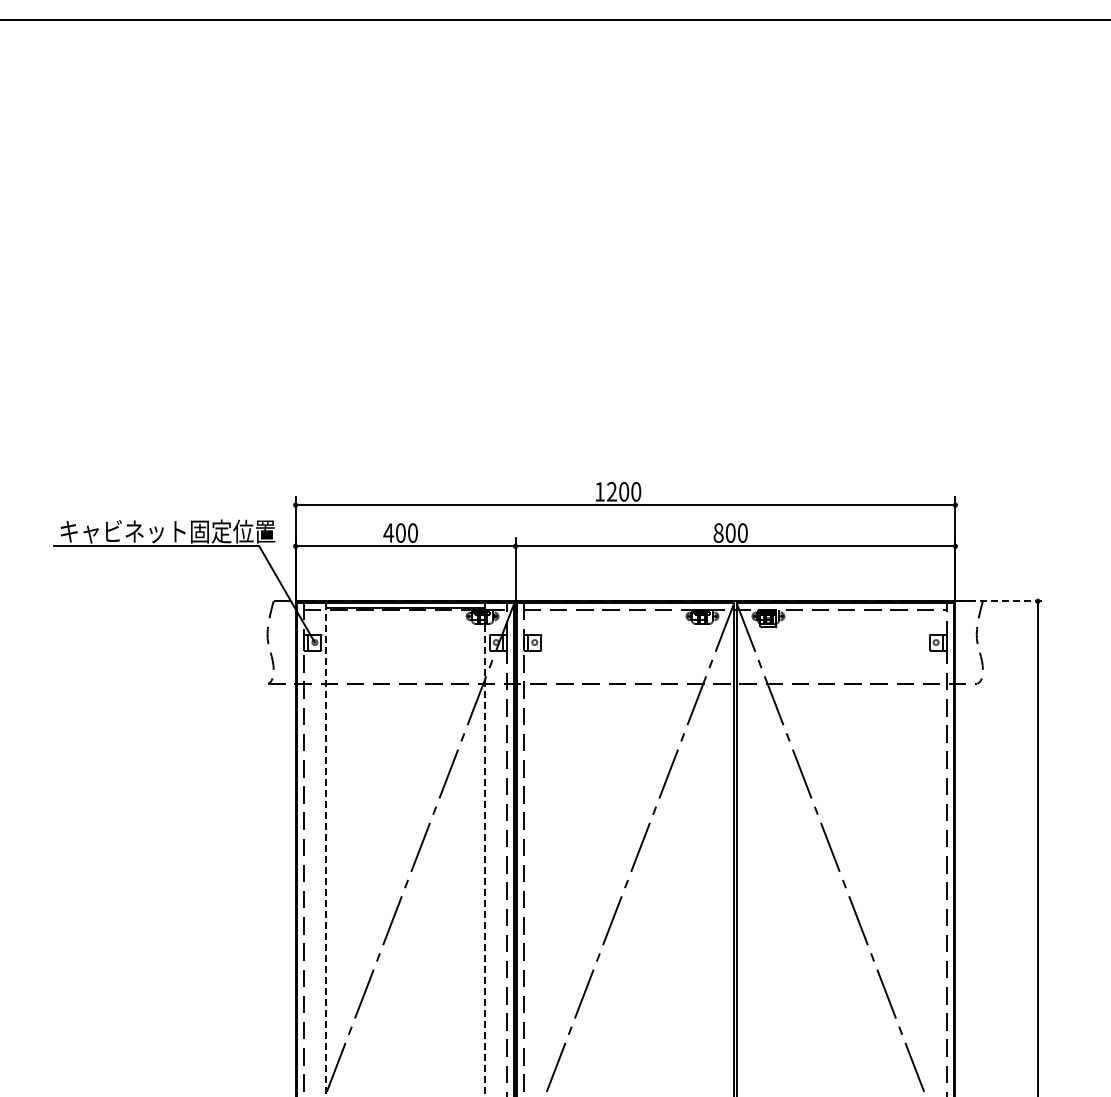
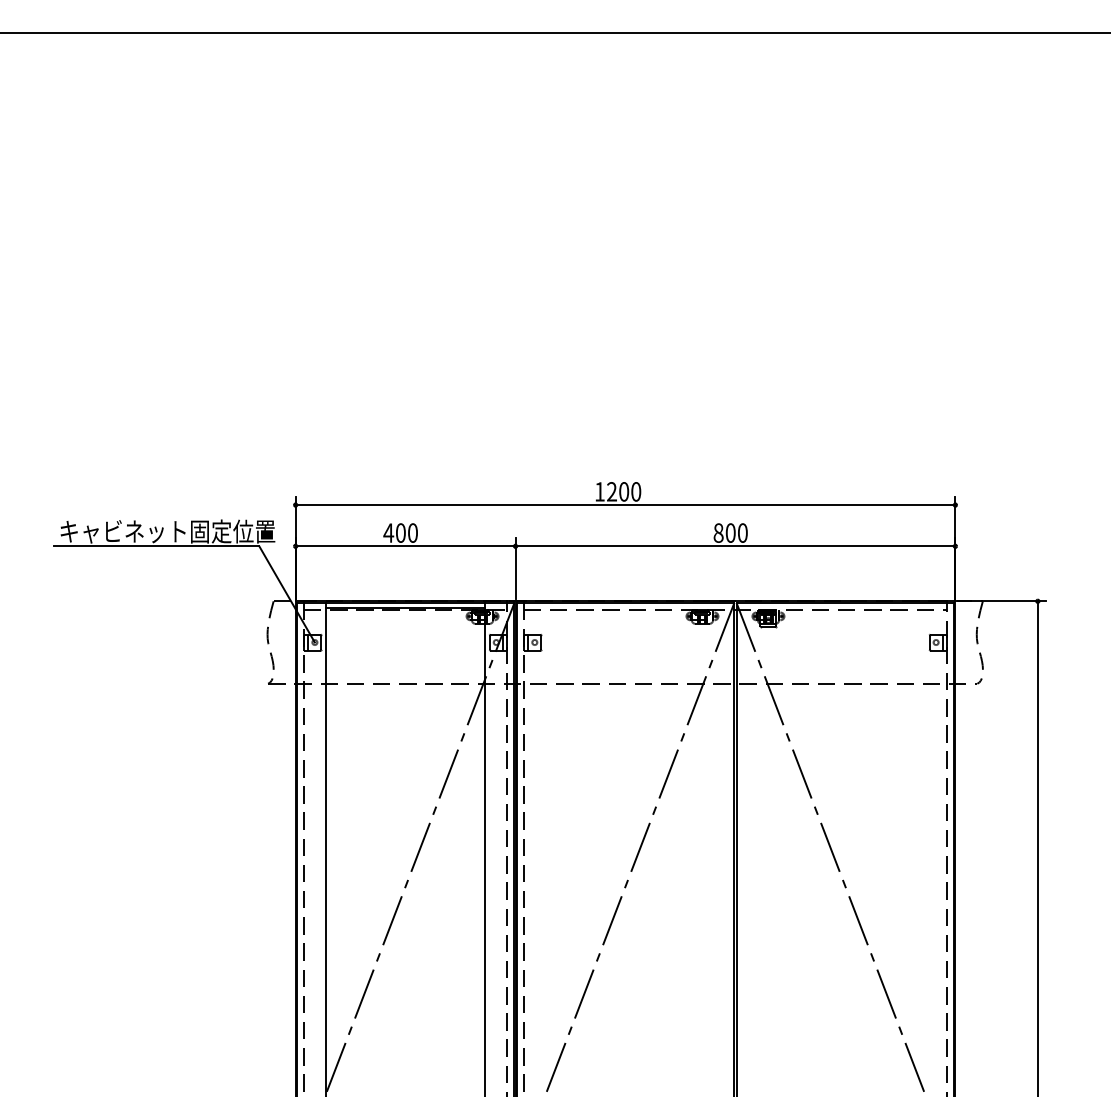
line at (554, 19) position: (554, 19) -> (554, 32)
line at (1002, 601): dashed -> solid
line at (325, 849): dashed -> solid
line at (485, 849): dashed -> solid
